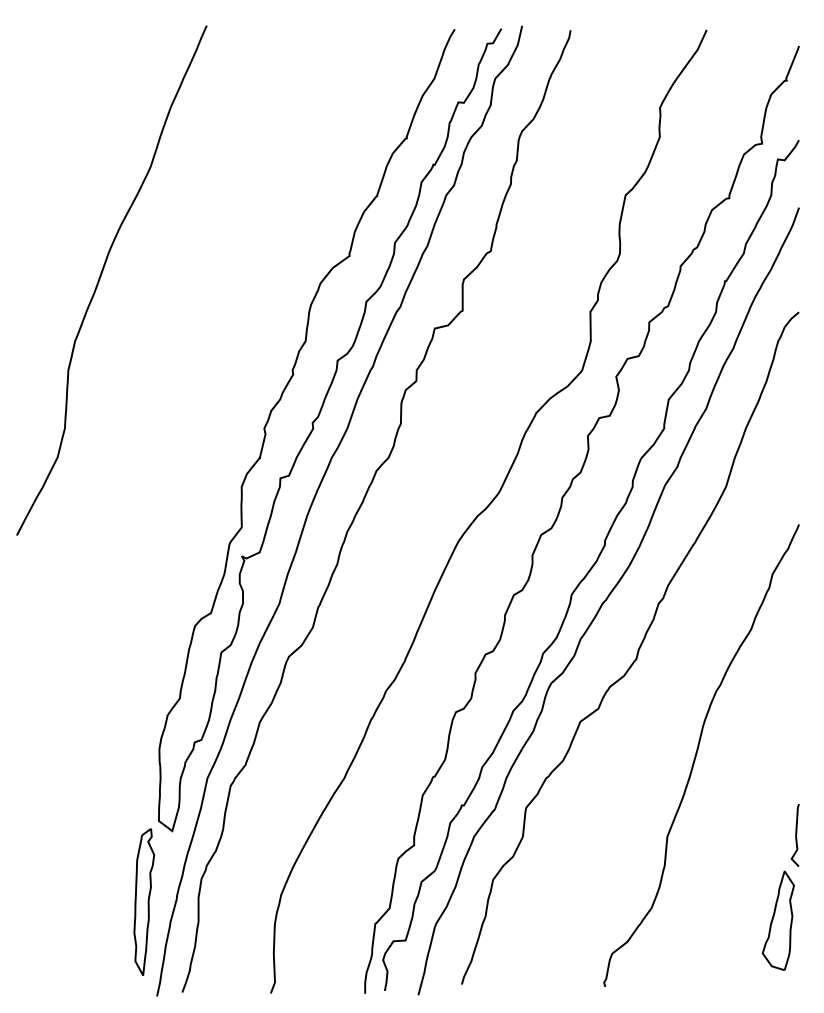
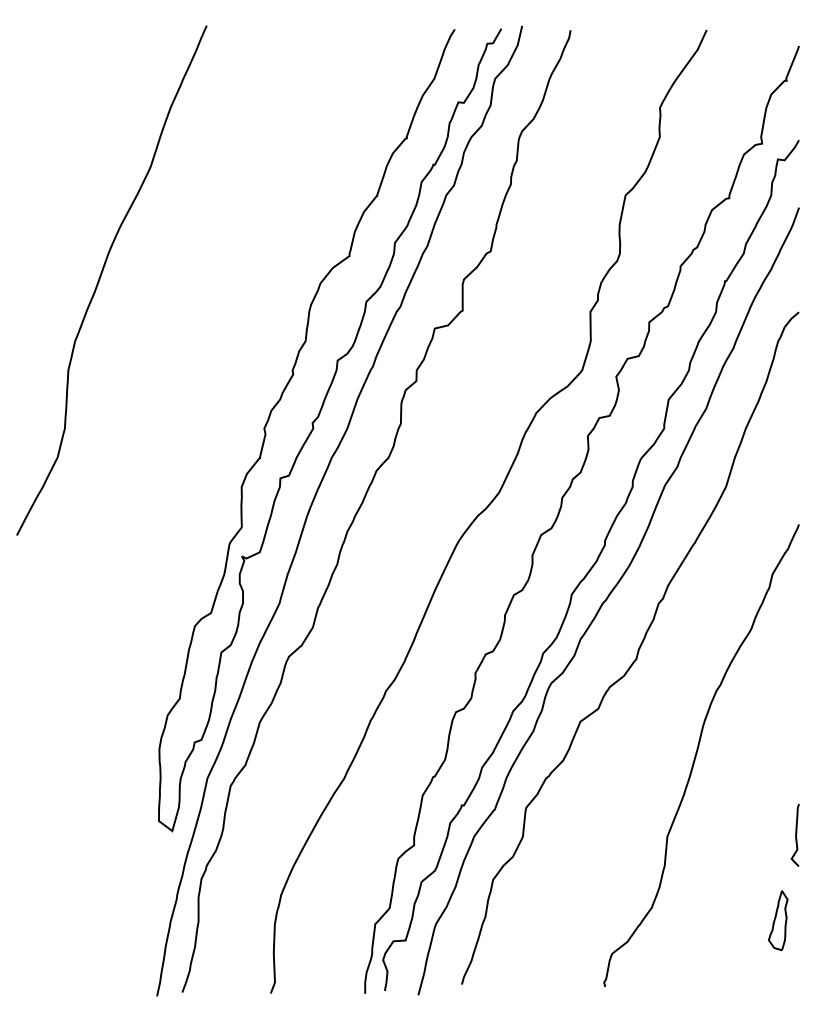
part at (144, 901): present -> none
part at (777, 920) size: 34x101 px -> 21x61 px
